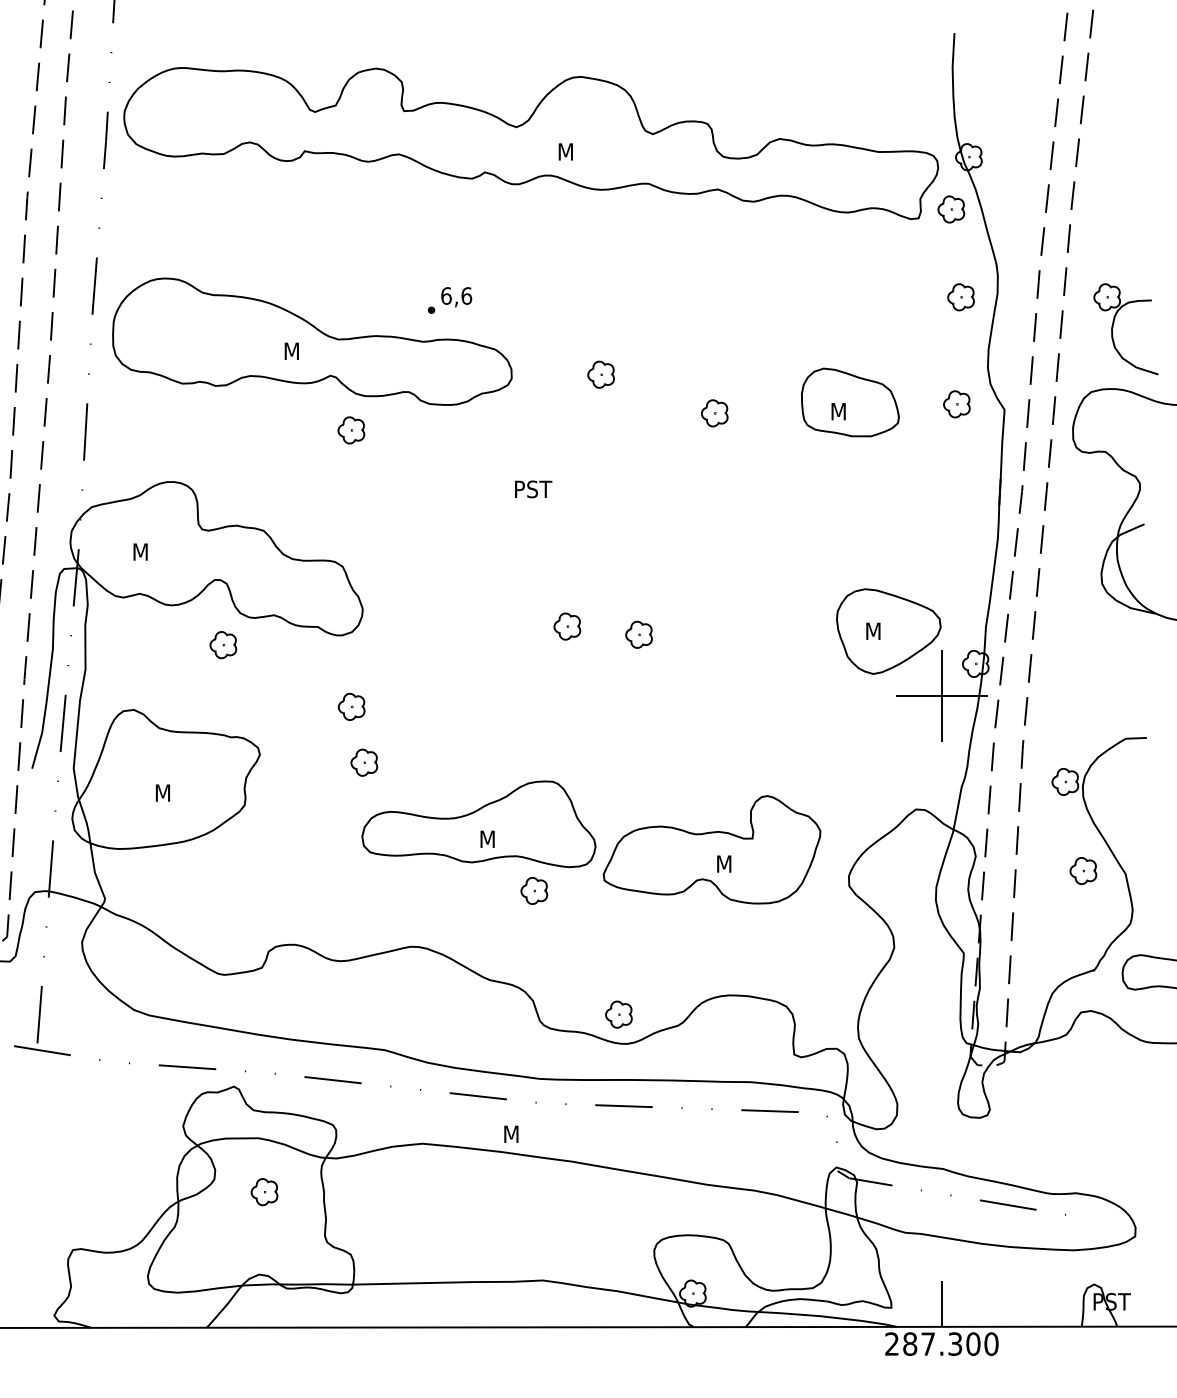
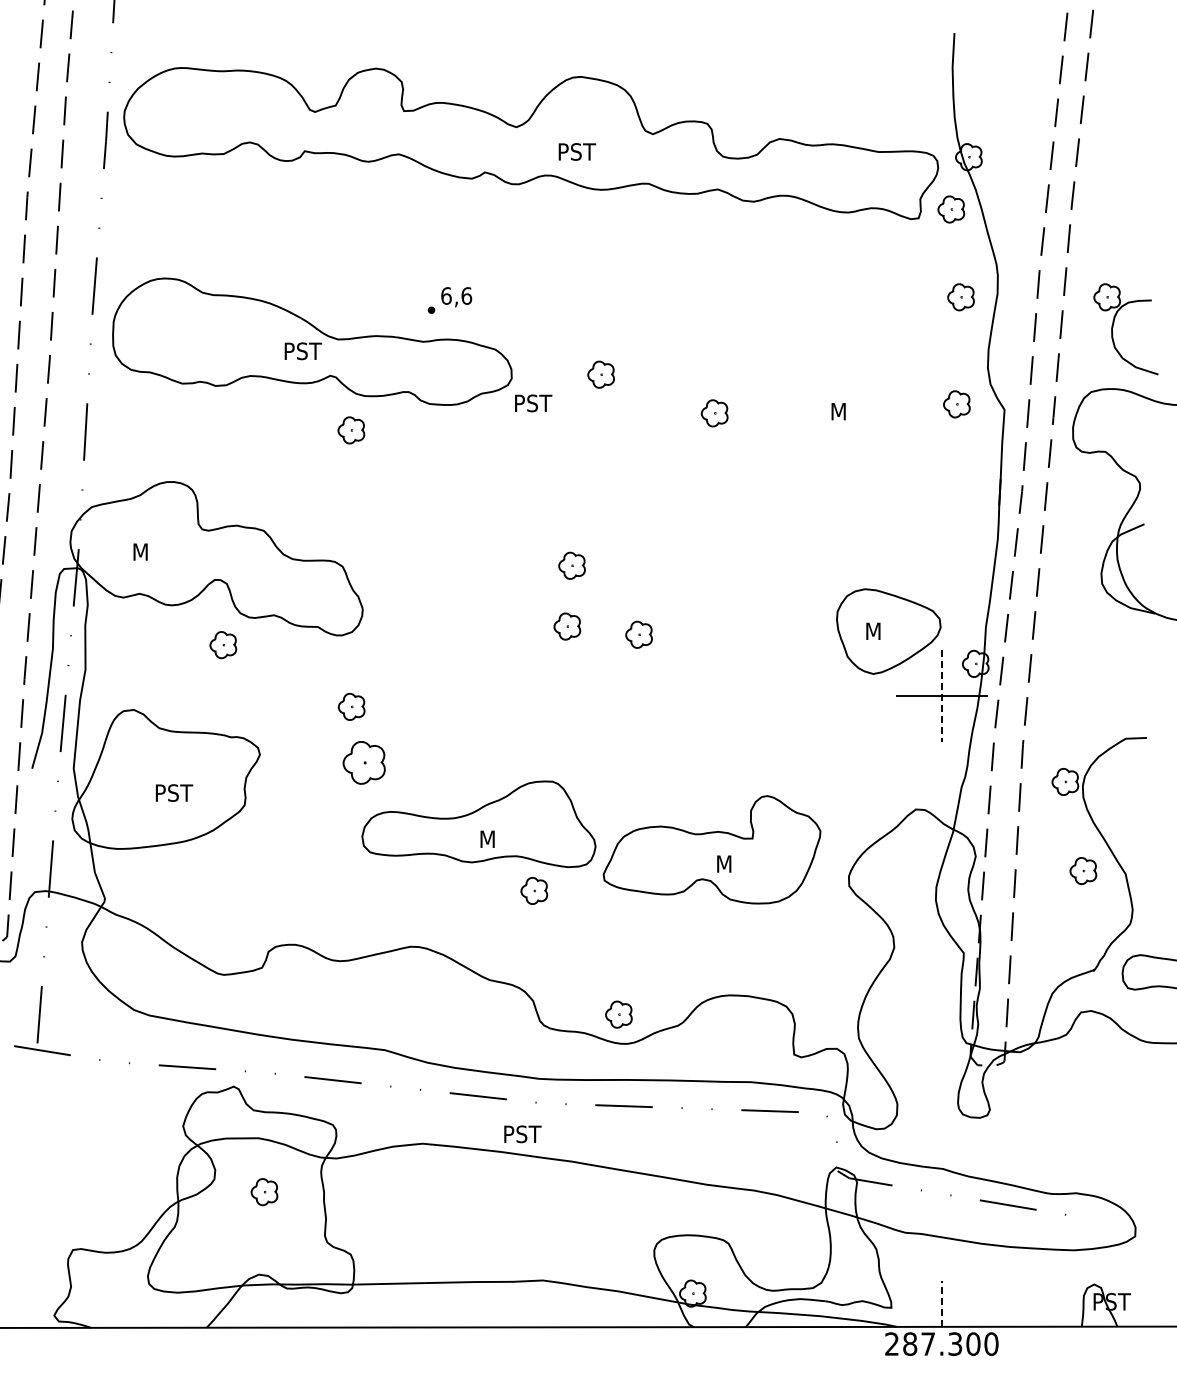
text at (578, 151): M -> PST
text at (304, 351): M -> PST
part at (850, 402): present -> none
text at (533, 489) position: (533, 489) -> (533, 403)
part at (571, 565): none -> present
line at (941, 696): solid -> dashed
part at (364, 762) size: 29x29 px -> 44x44 px
text at (175, 792): M -> PST
text at (523, 1134): M -> PST
line at (941, 1303): solid -> dashed
